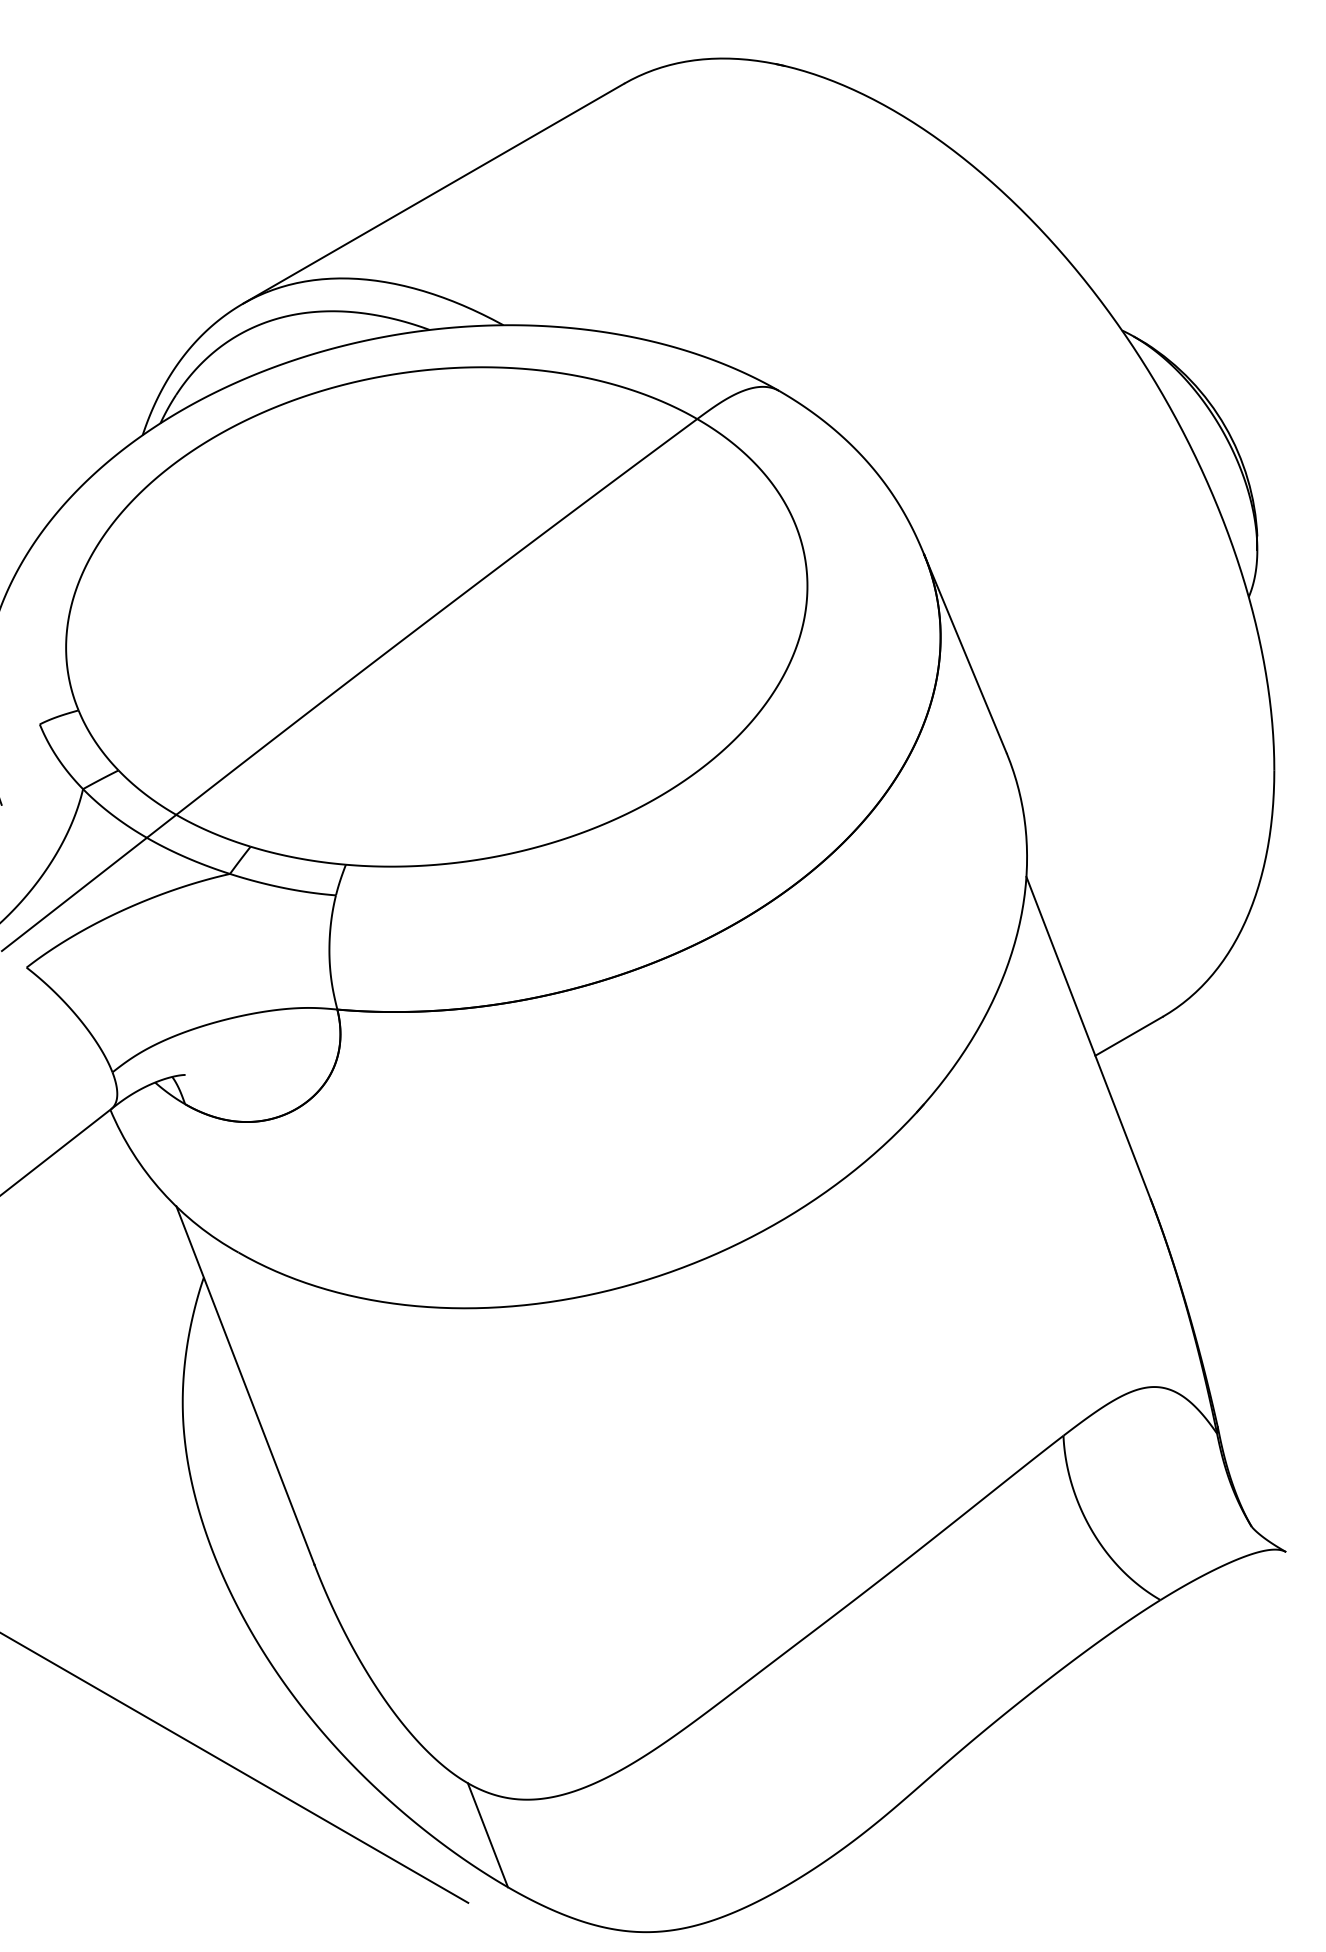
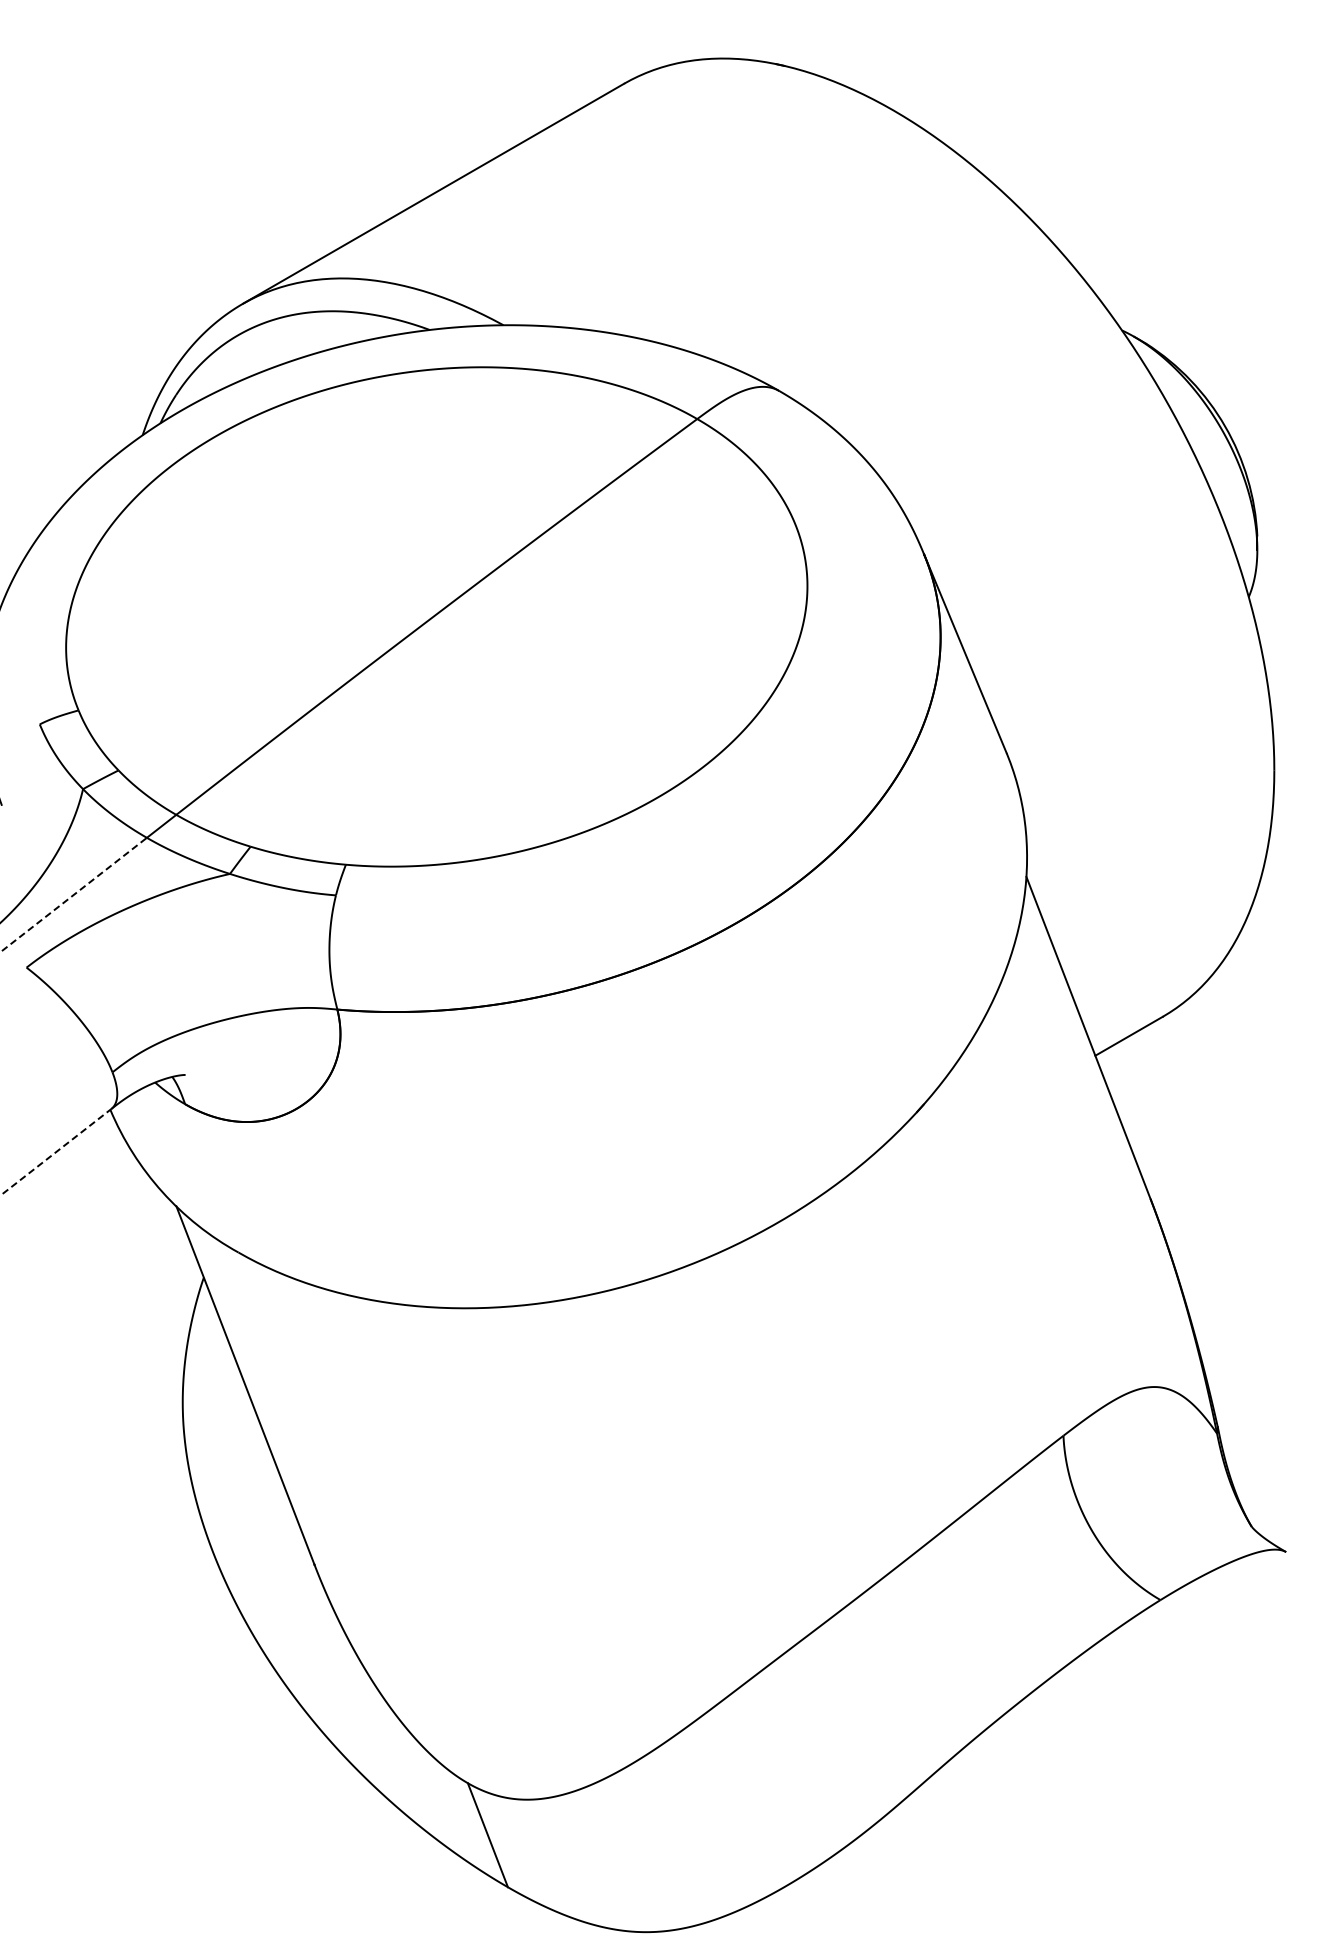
line at (74, 894): solid -> dashed
line at (56, 1152): solid -> dashed
line at (235, 1767): present -> none
